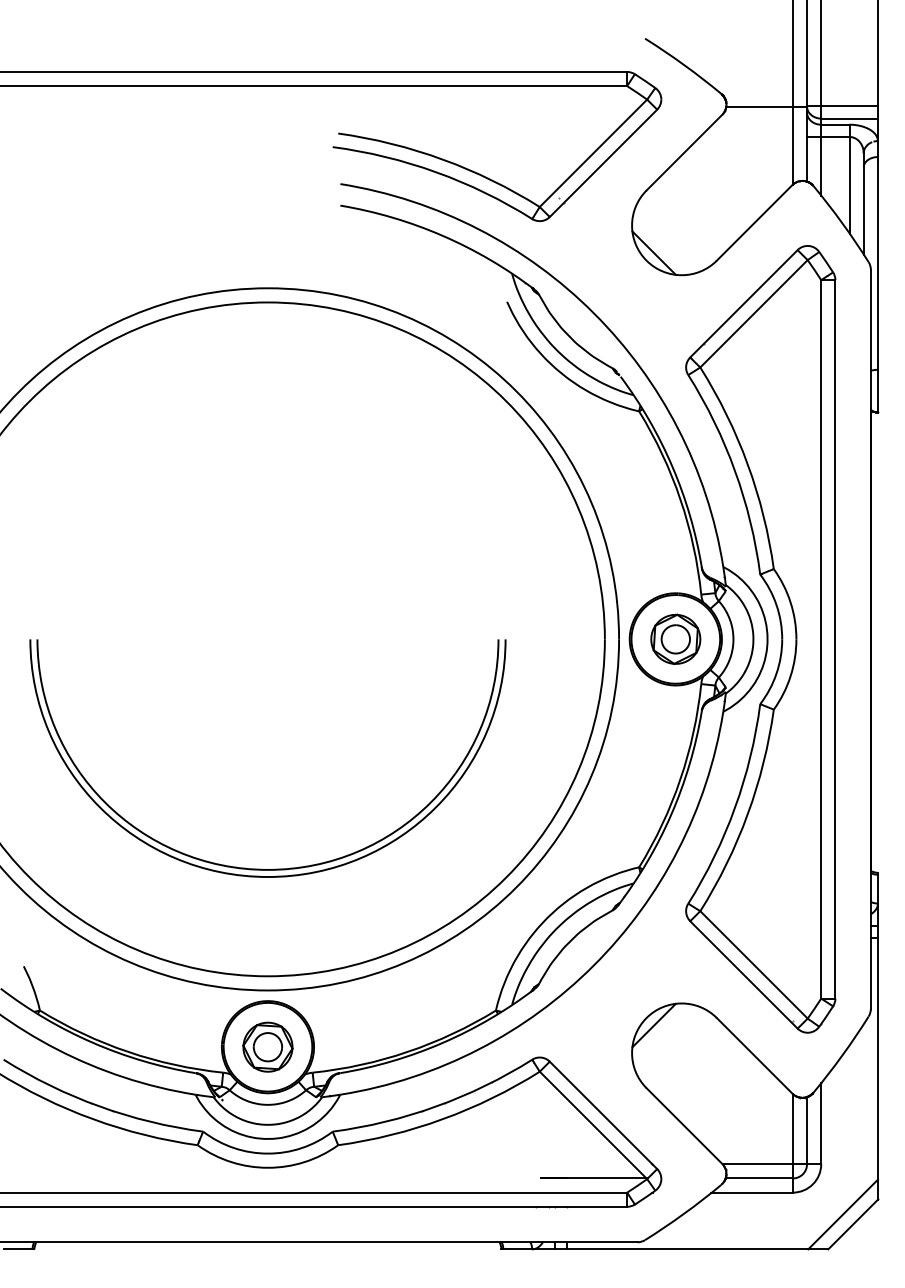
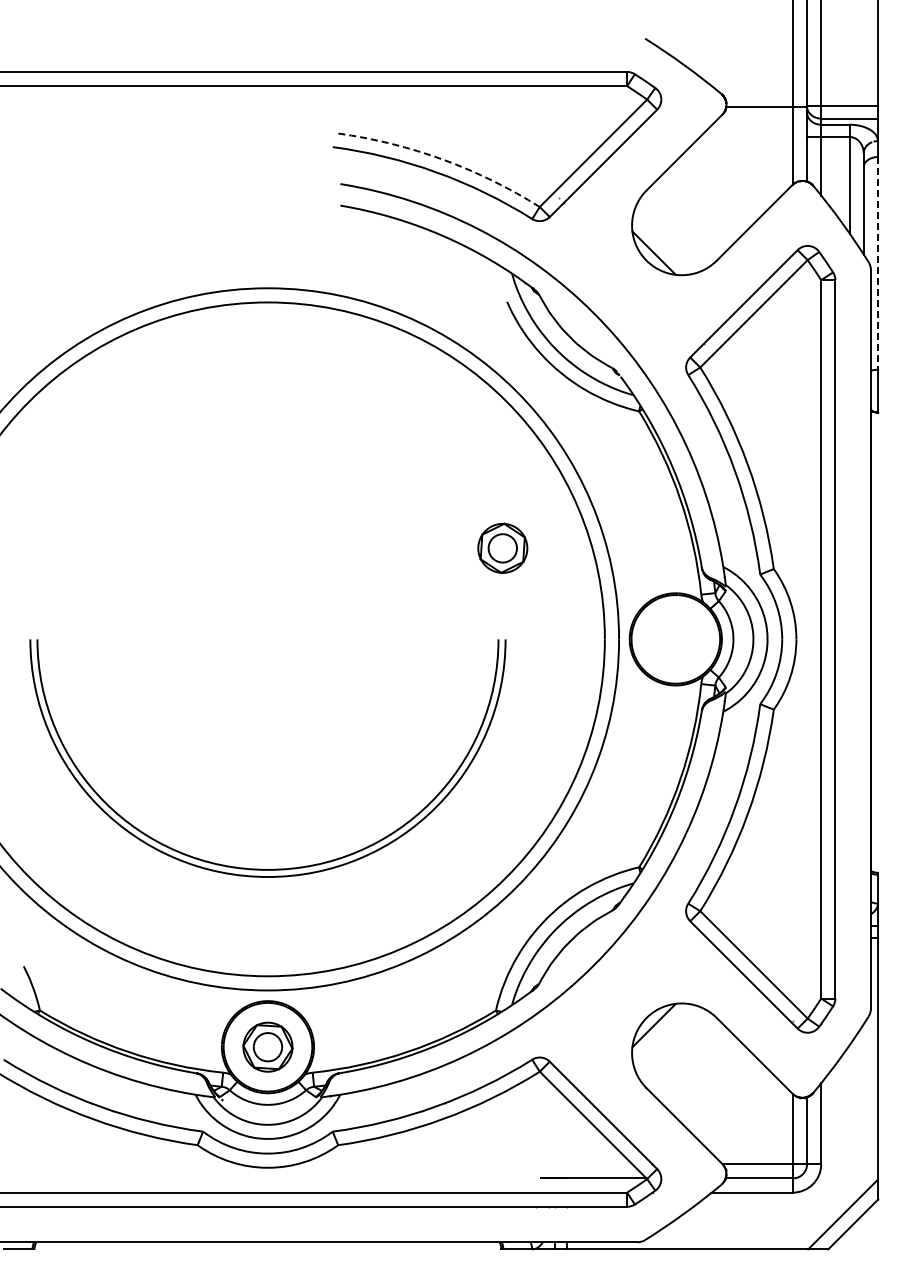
arc at (442, 159): solid -> dashed
line at (877, 263): solid -> dashed
part at (675, 638) position: (675, 638) -> (502, 547)
